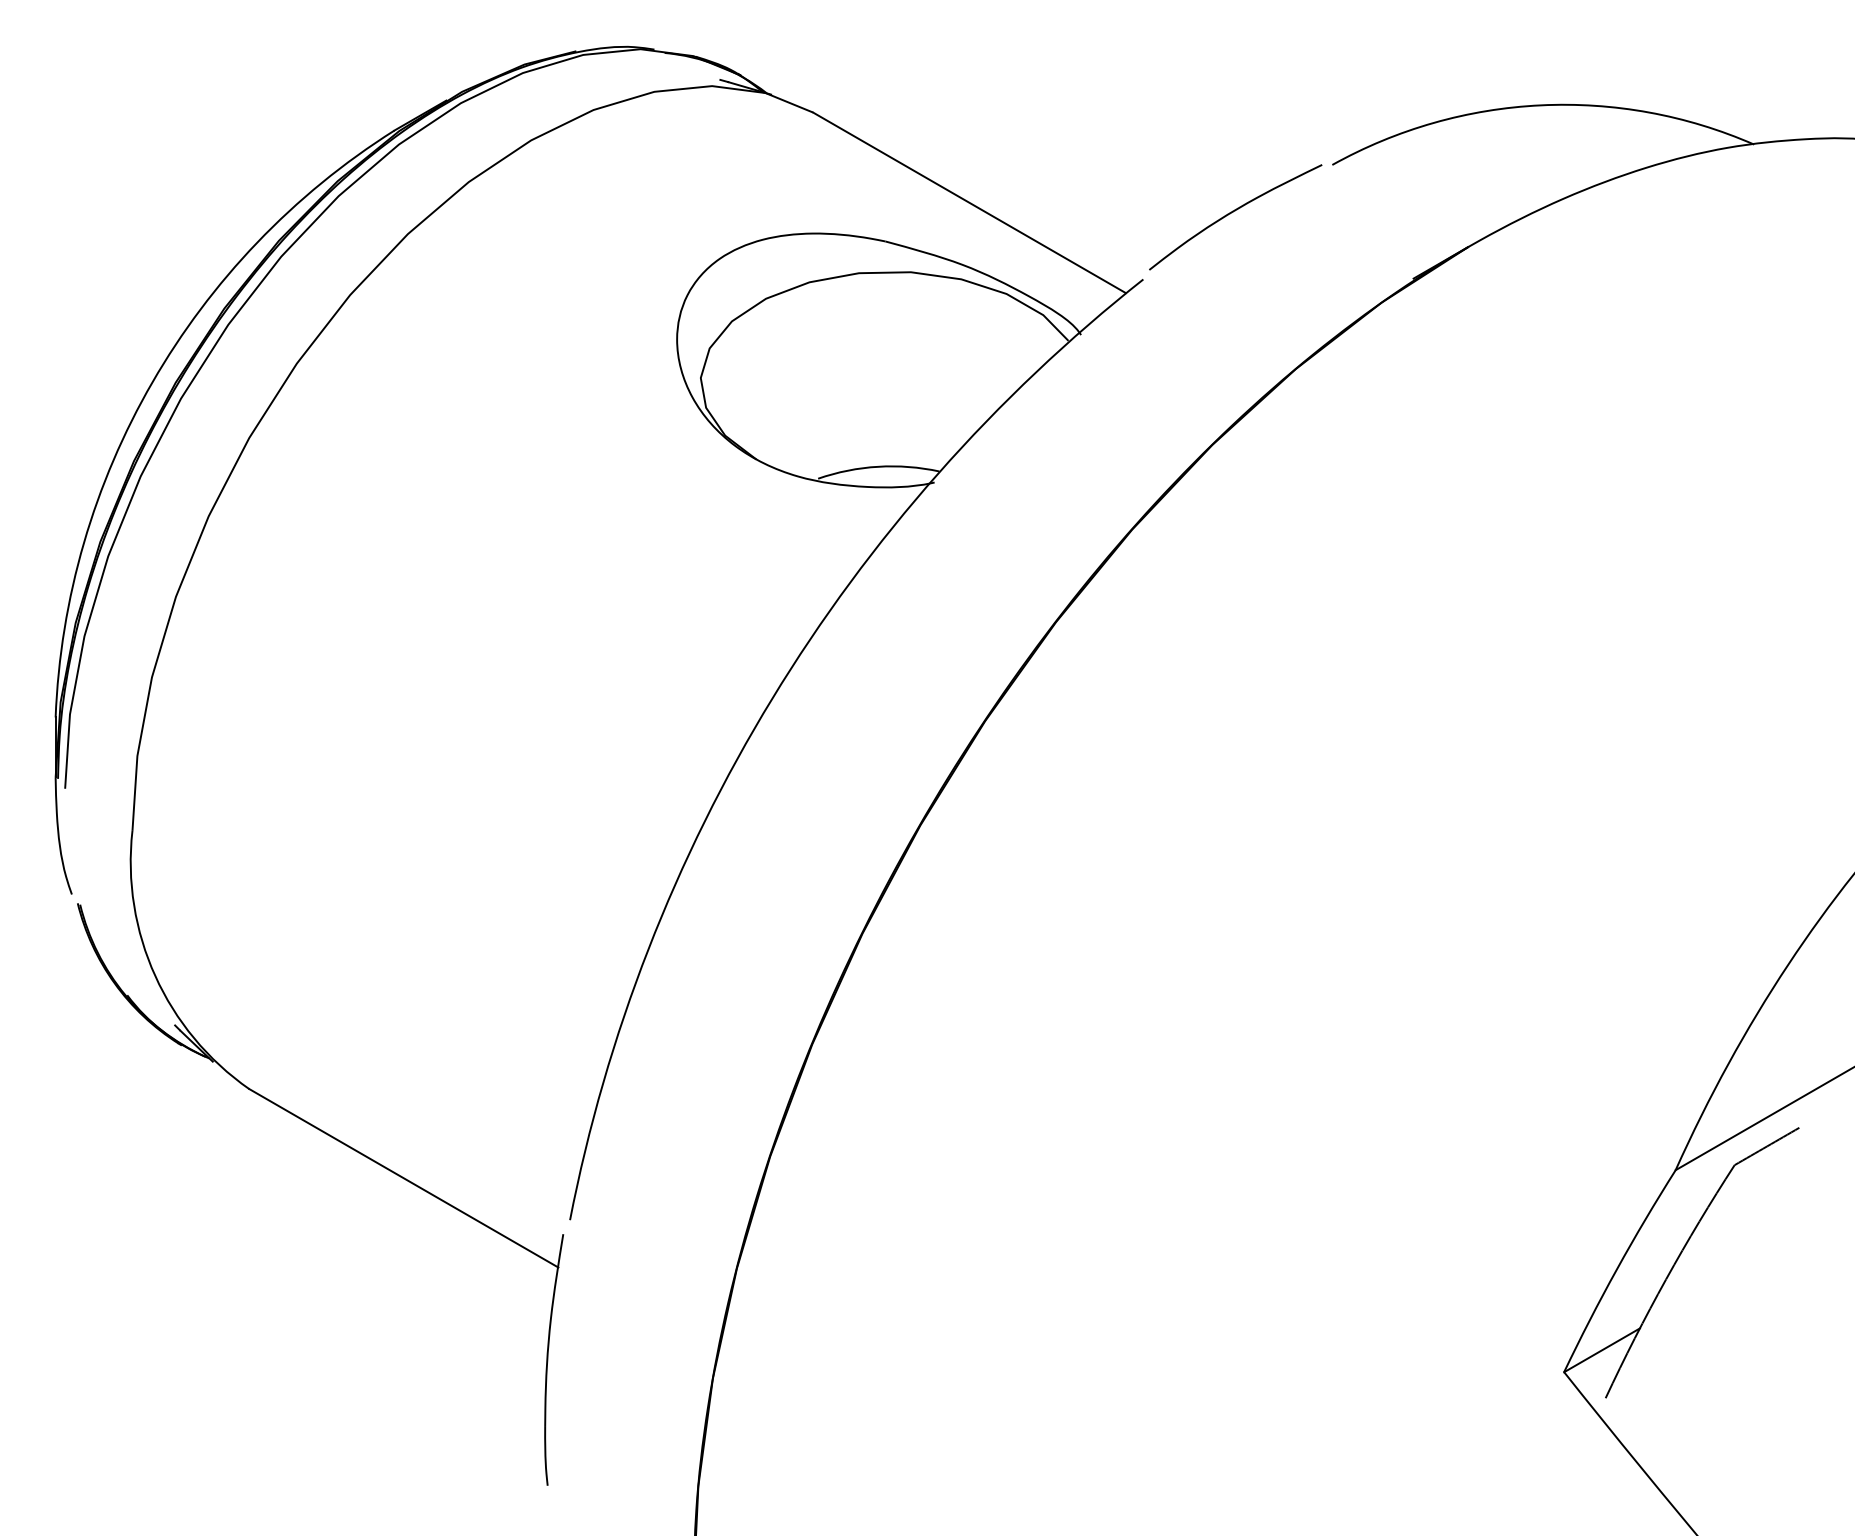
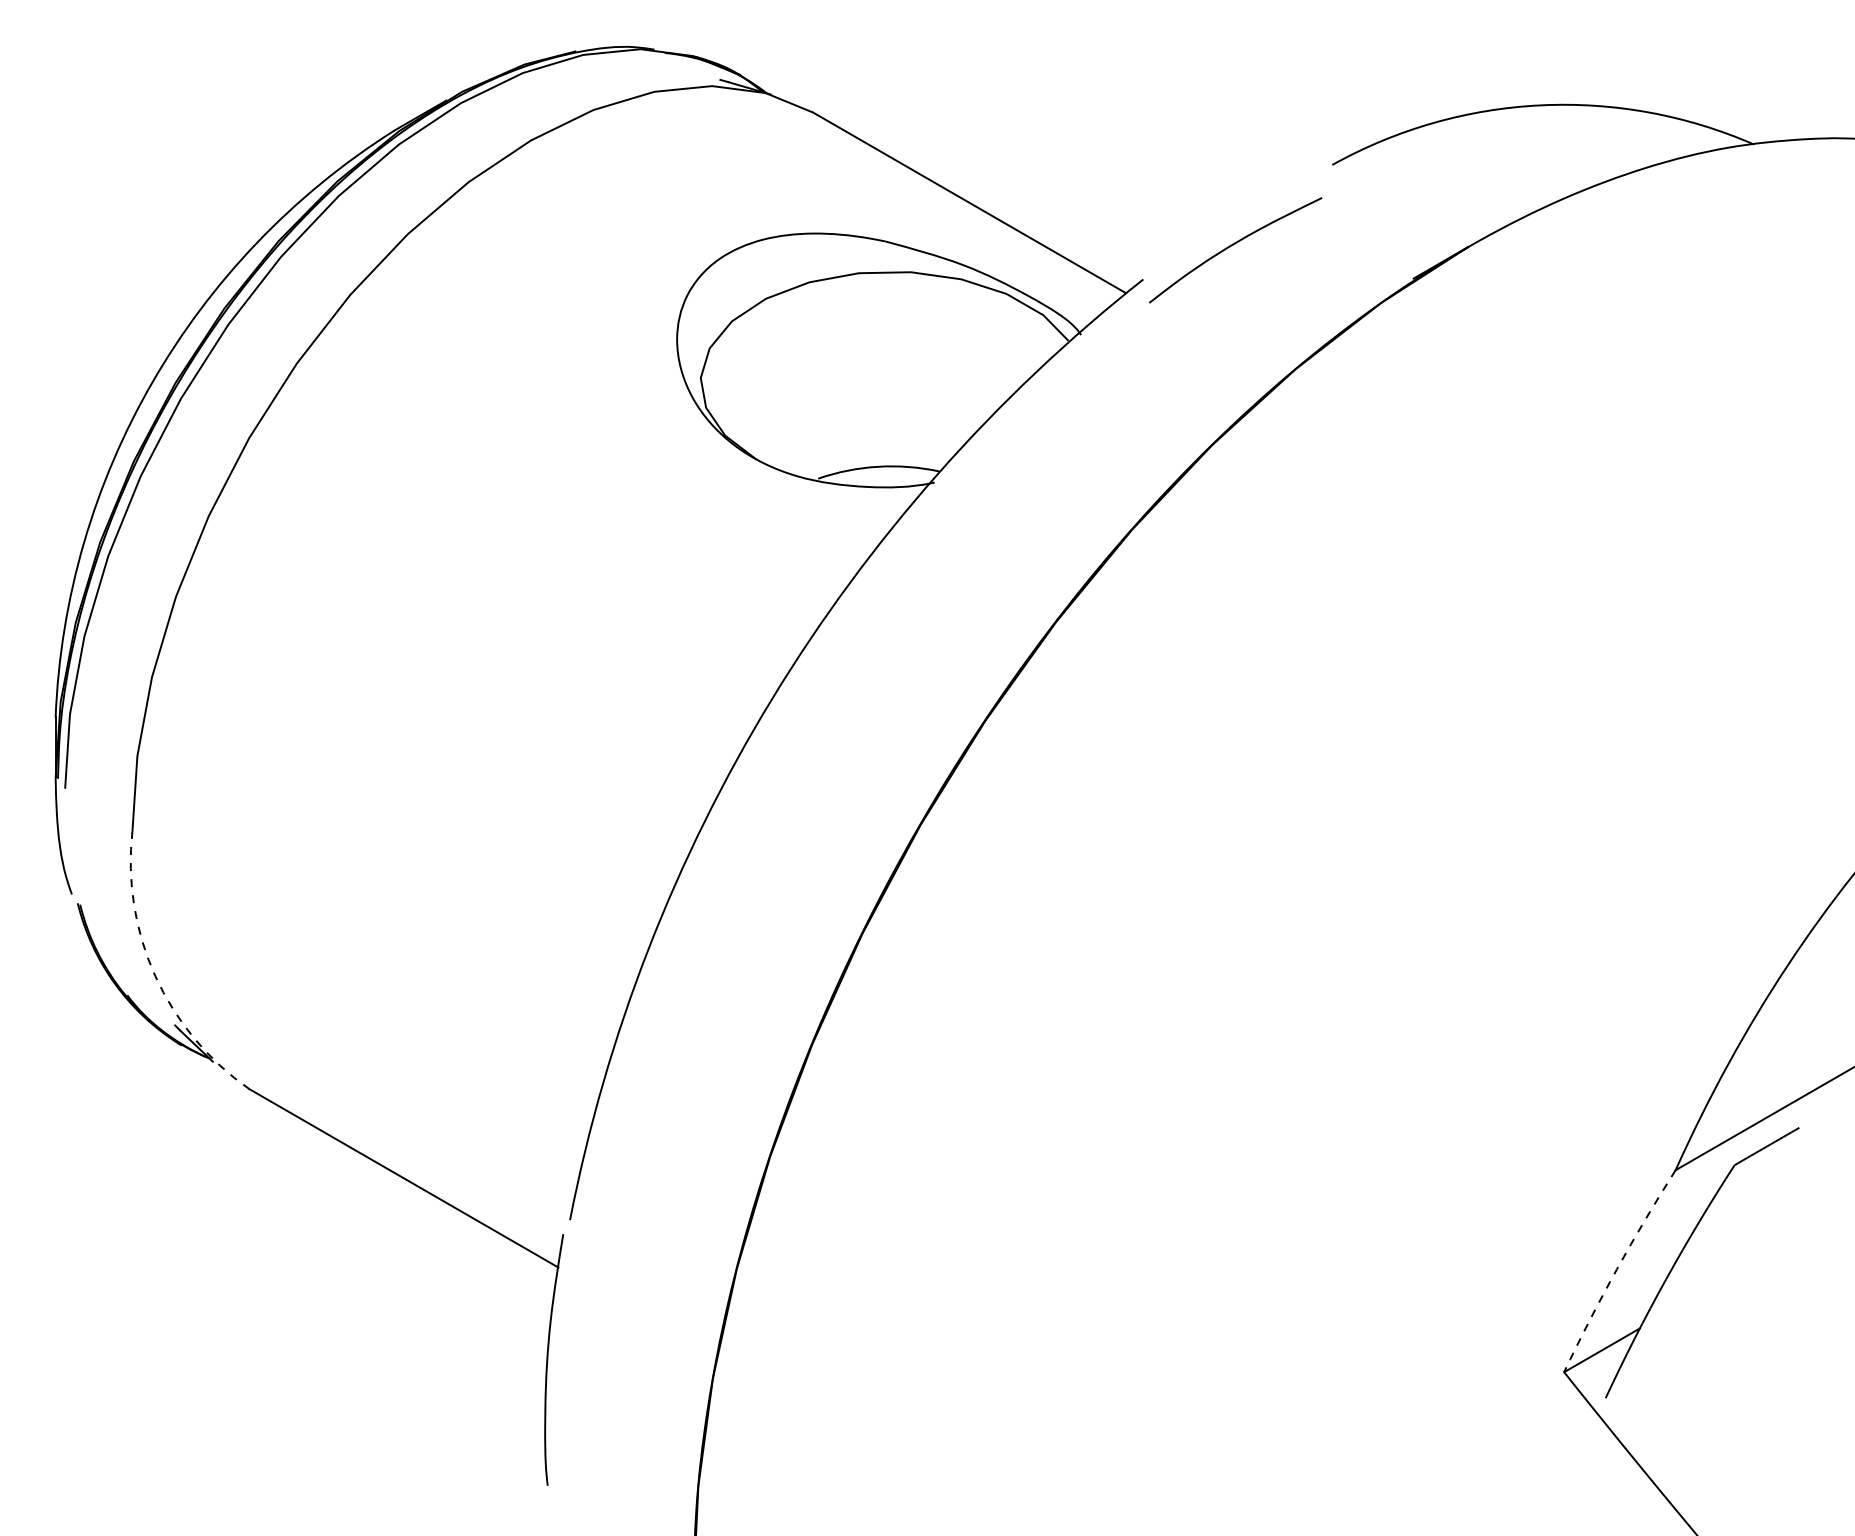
curve at (1233, 212) position: (1233, 212) -> (1233, 245)
arc at (155, 976): solid -> dashed
arc at (1616, 1269): solid -> dashed
